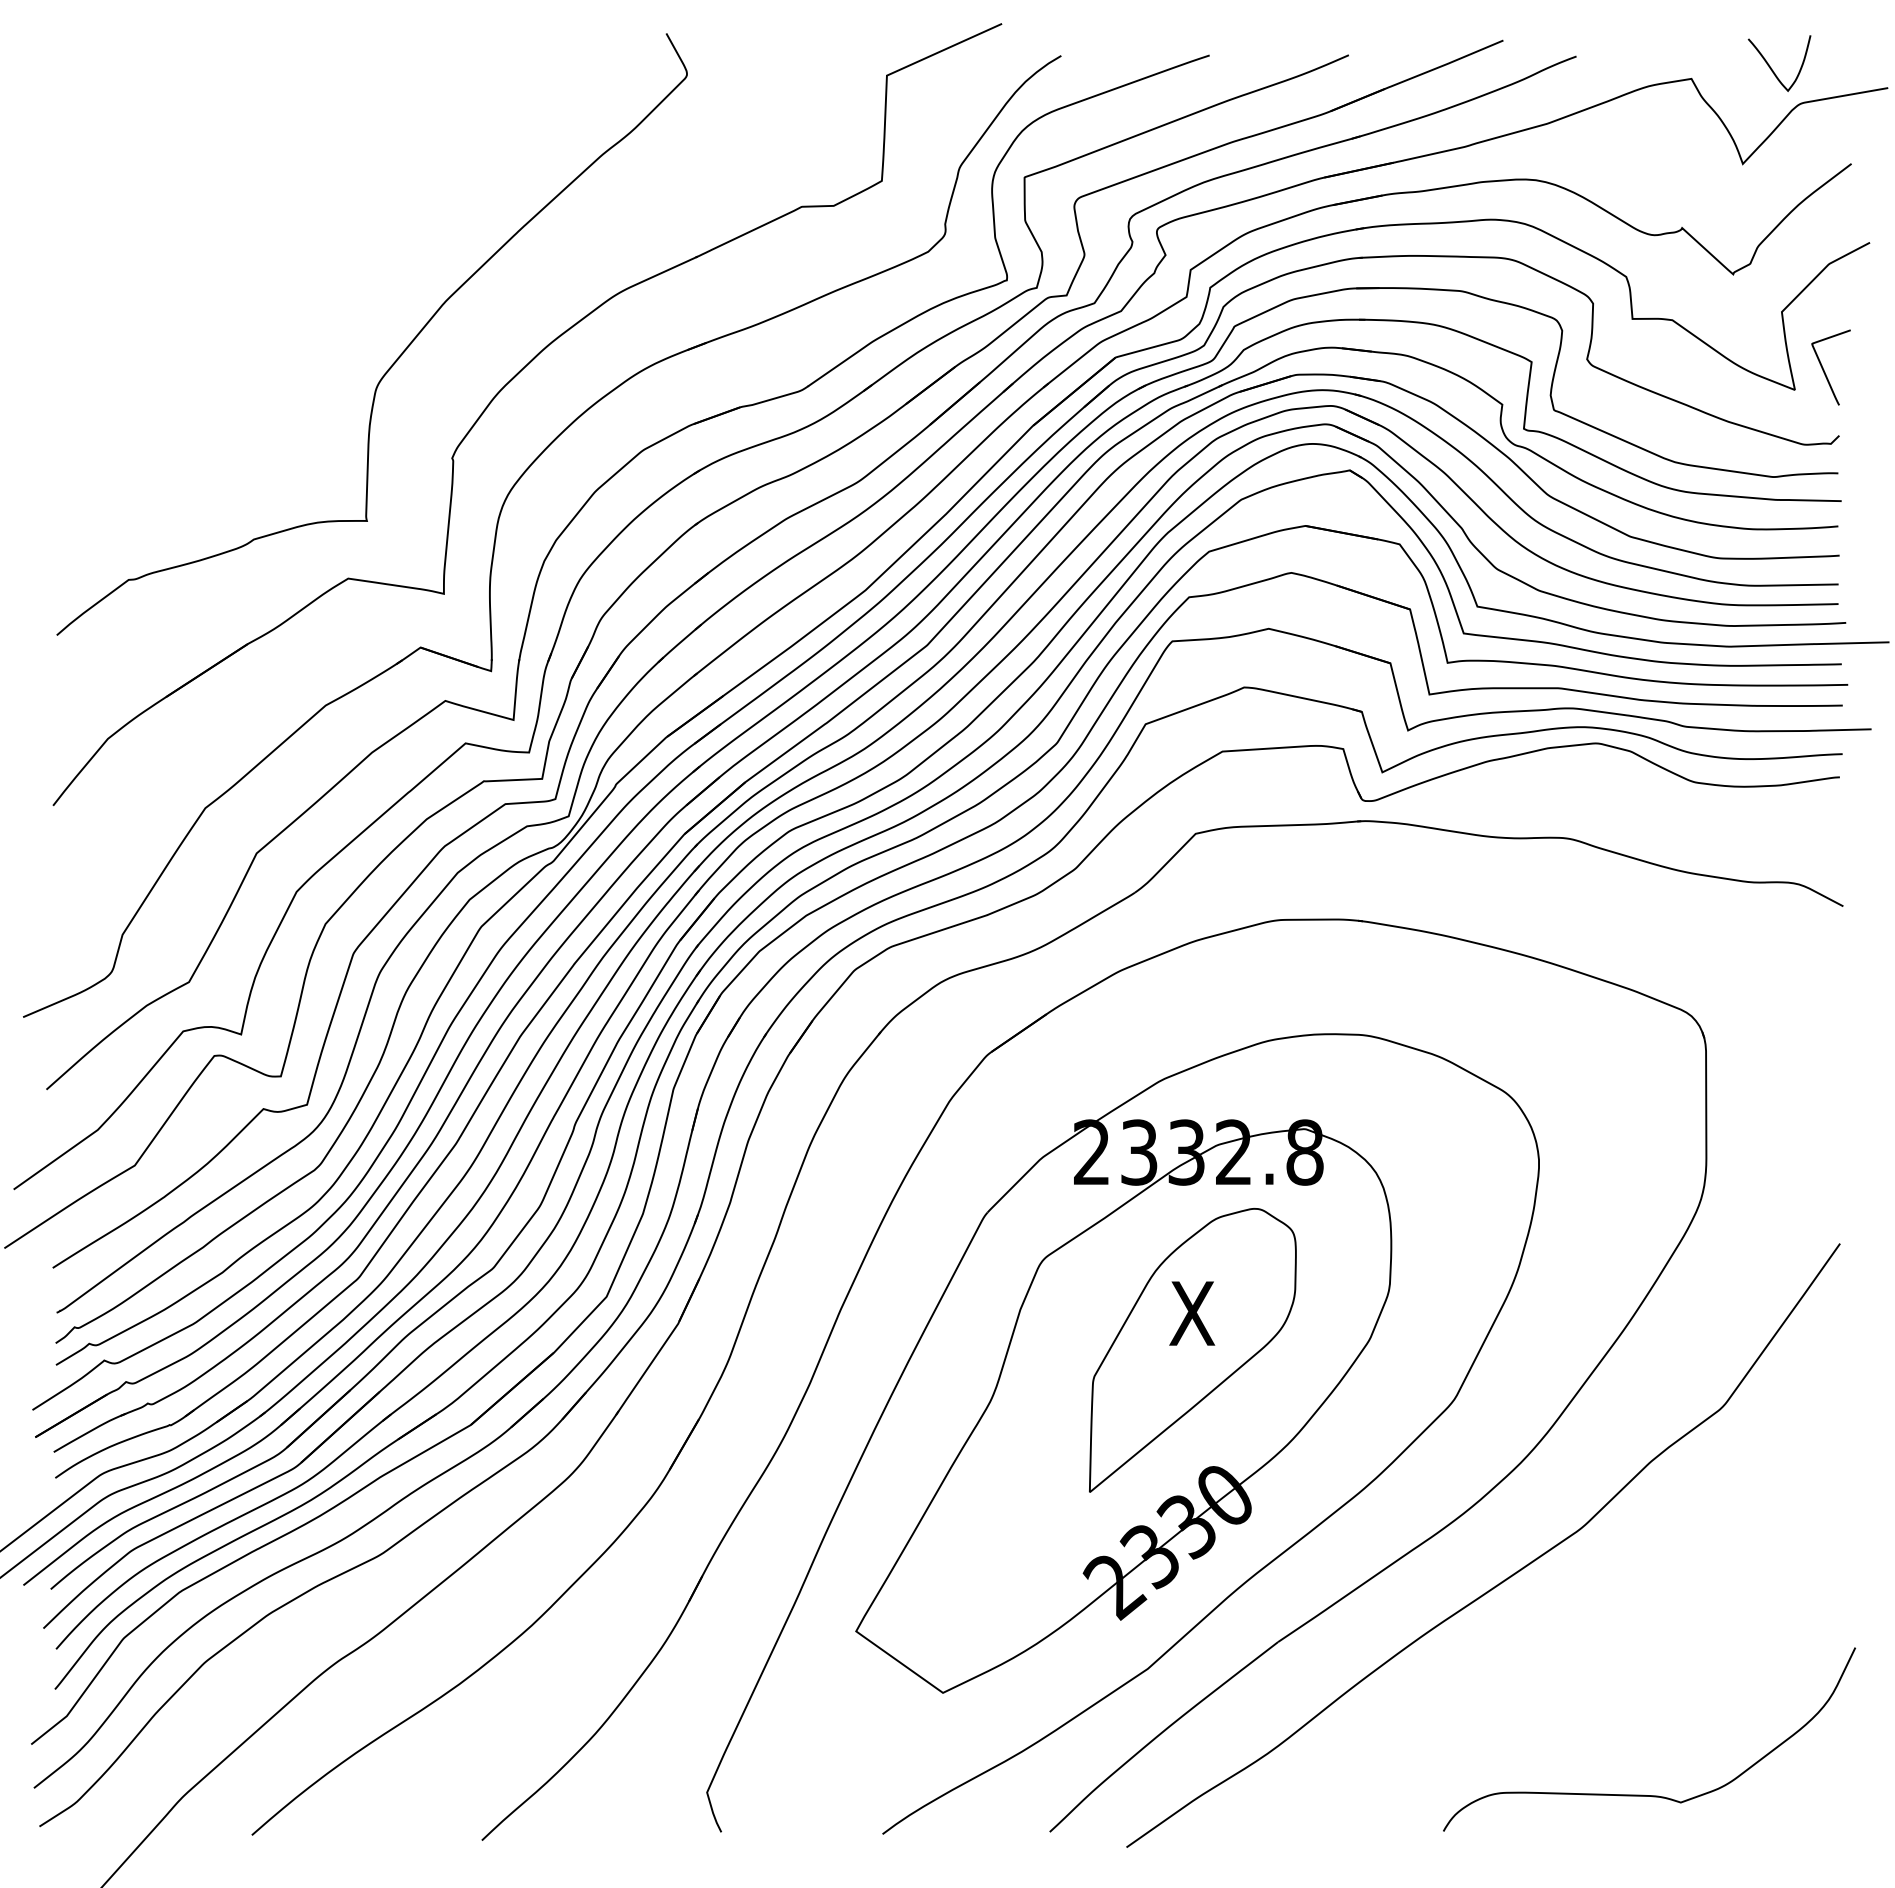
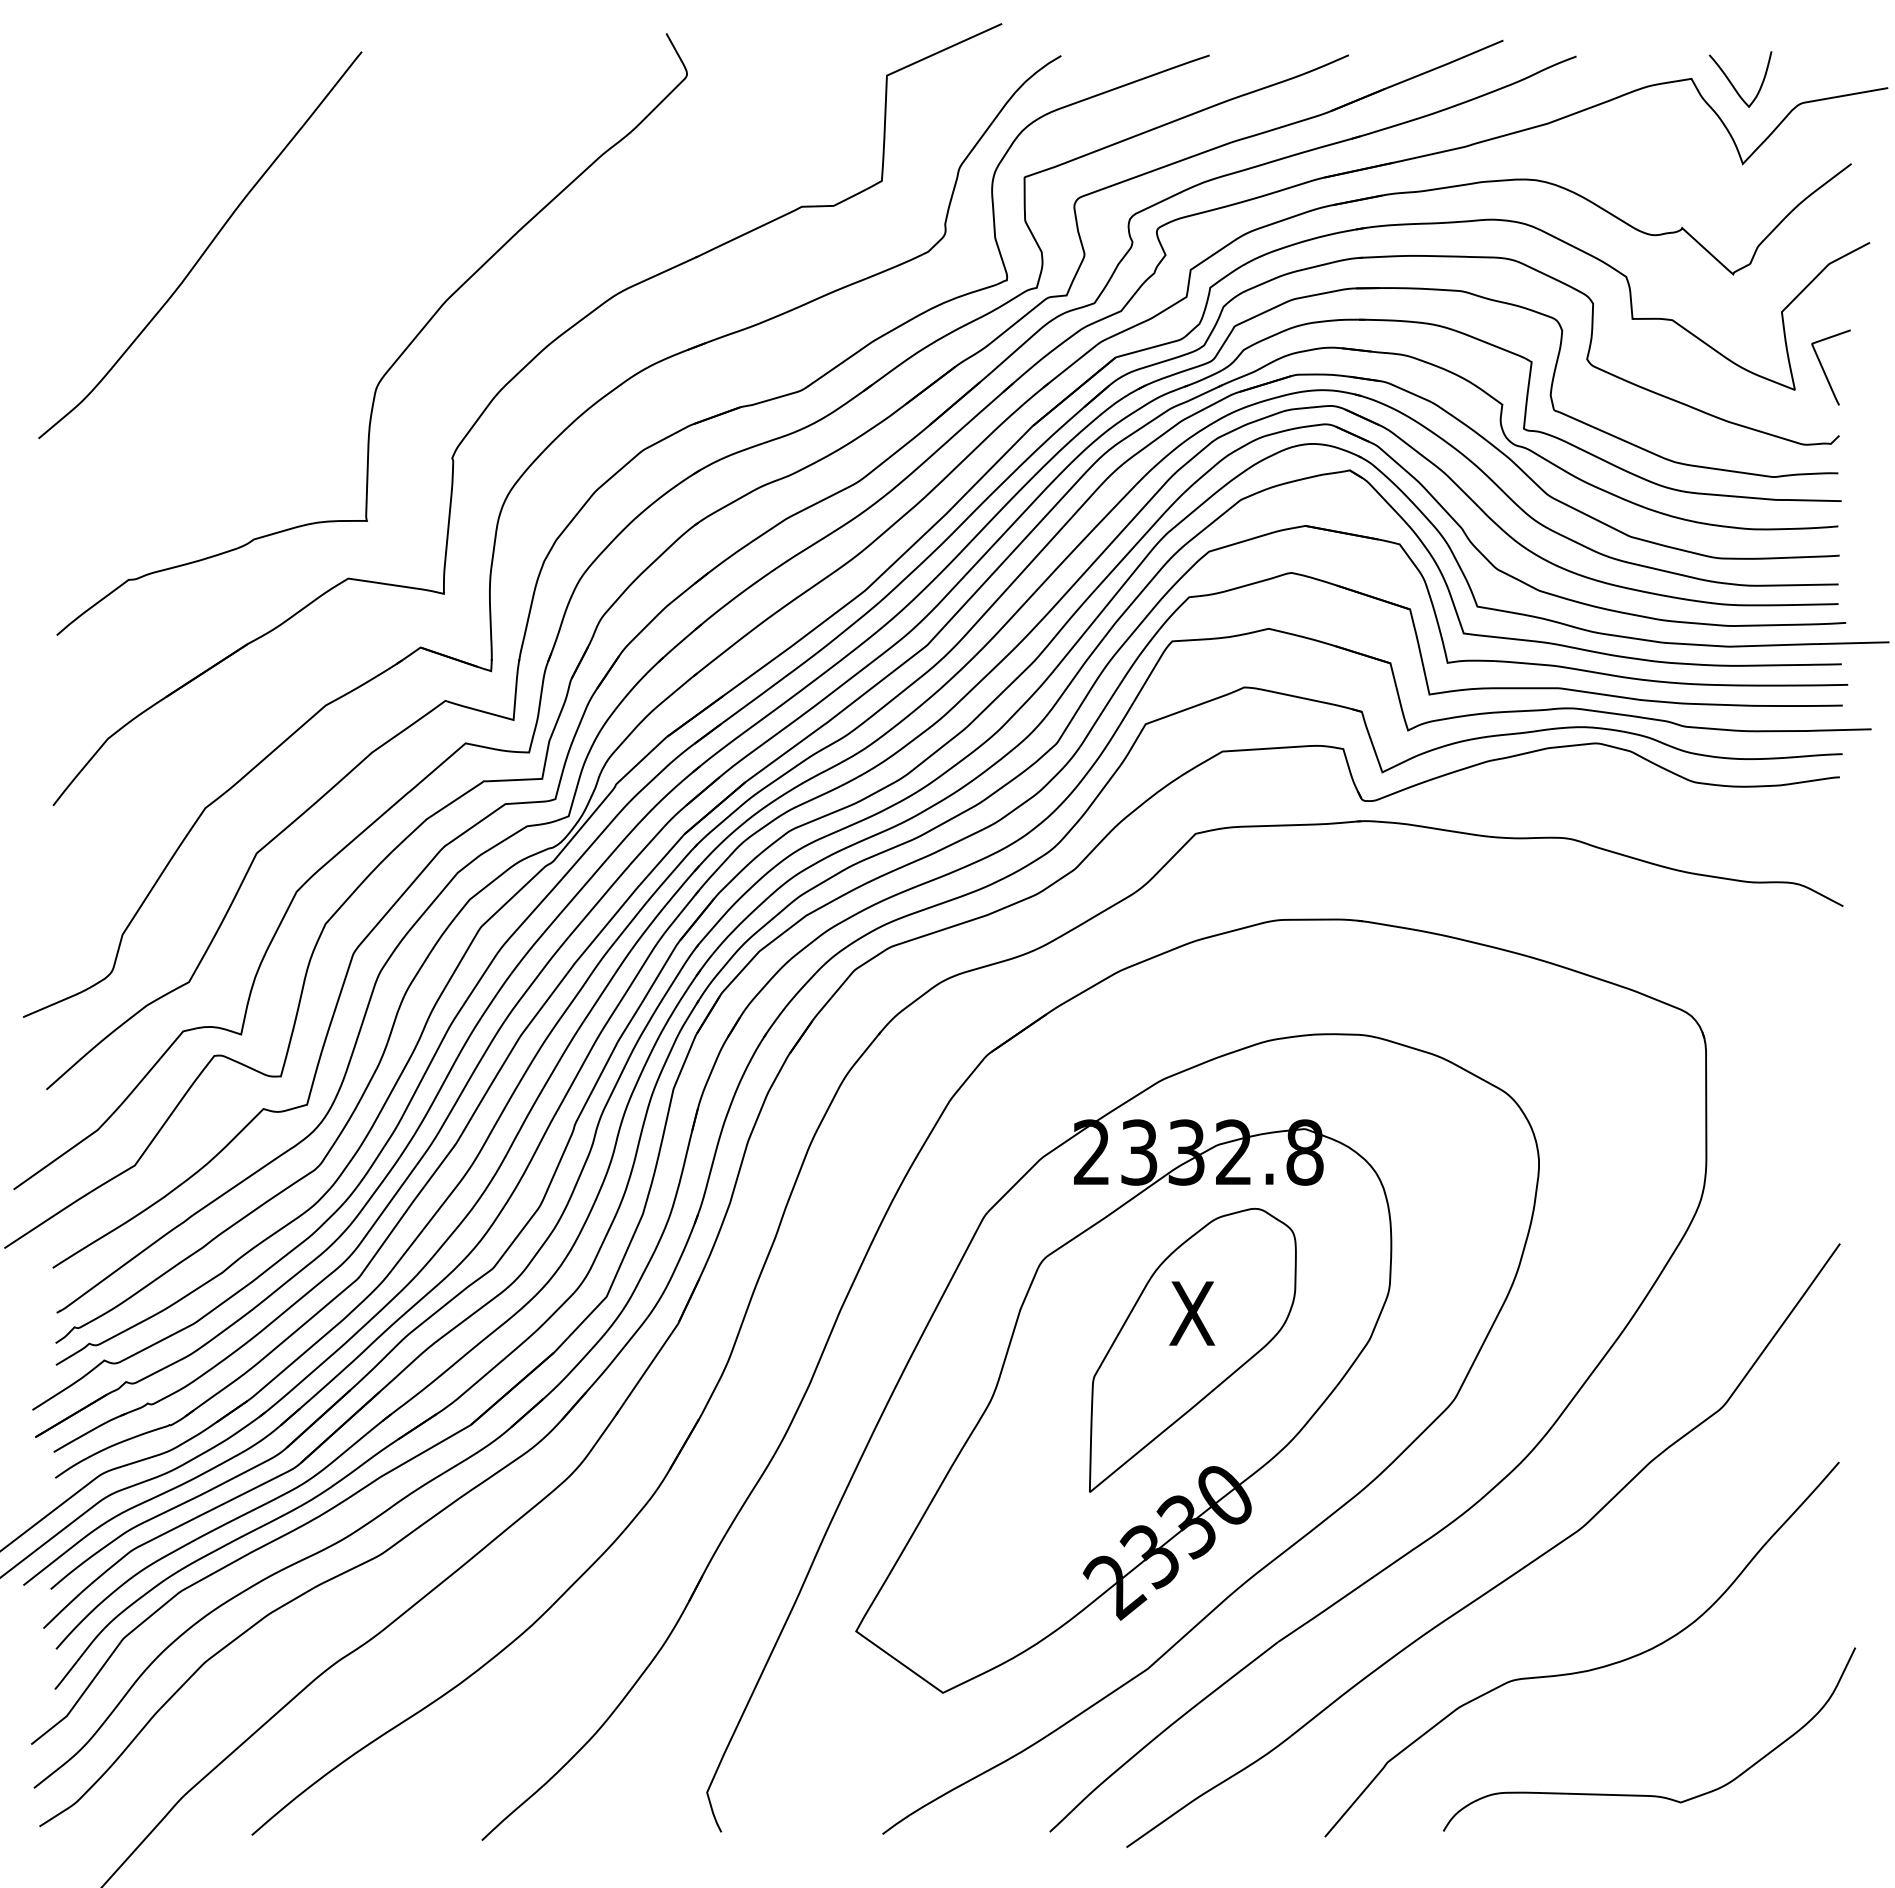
curve at (1771, 67) position: (1771, 67) -> (1732, 83)
curve at (206, 247): none -> present
curve at (1583, 1670): none -> present
